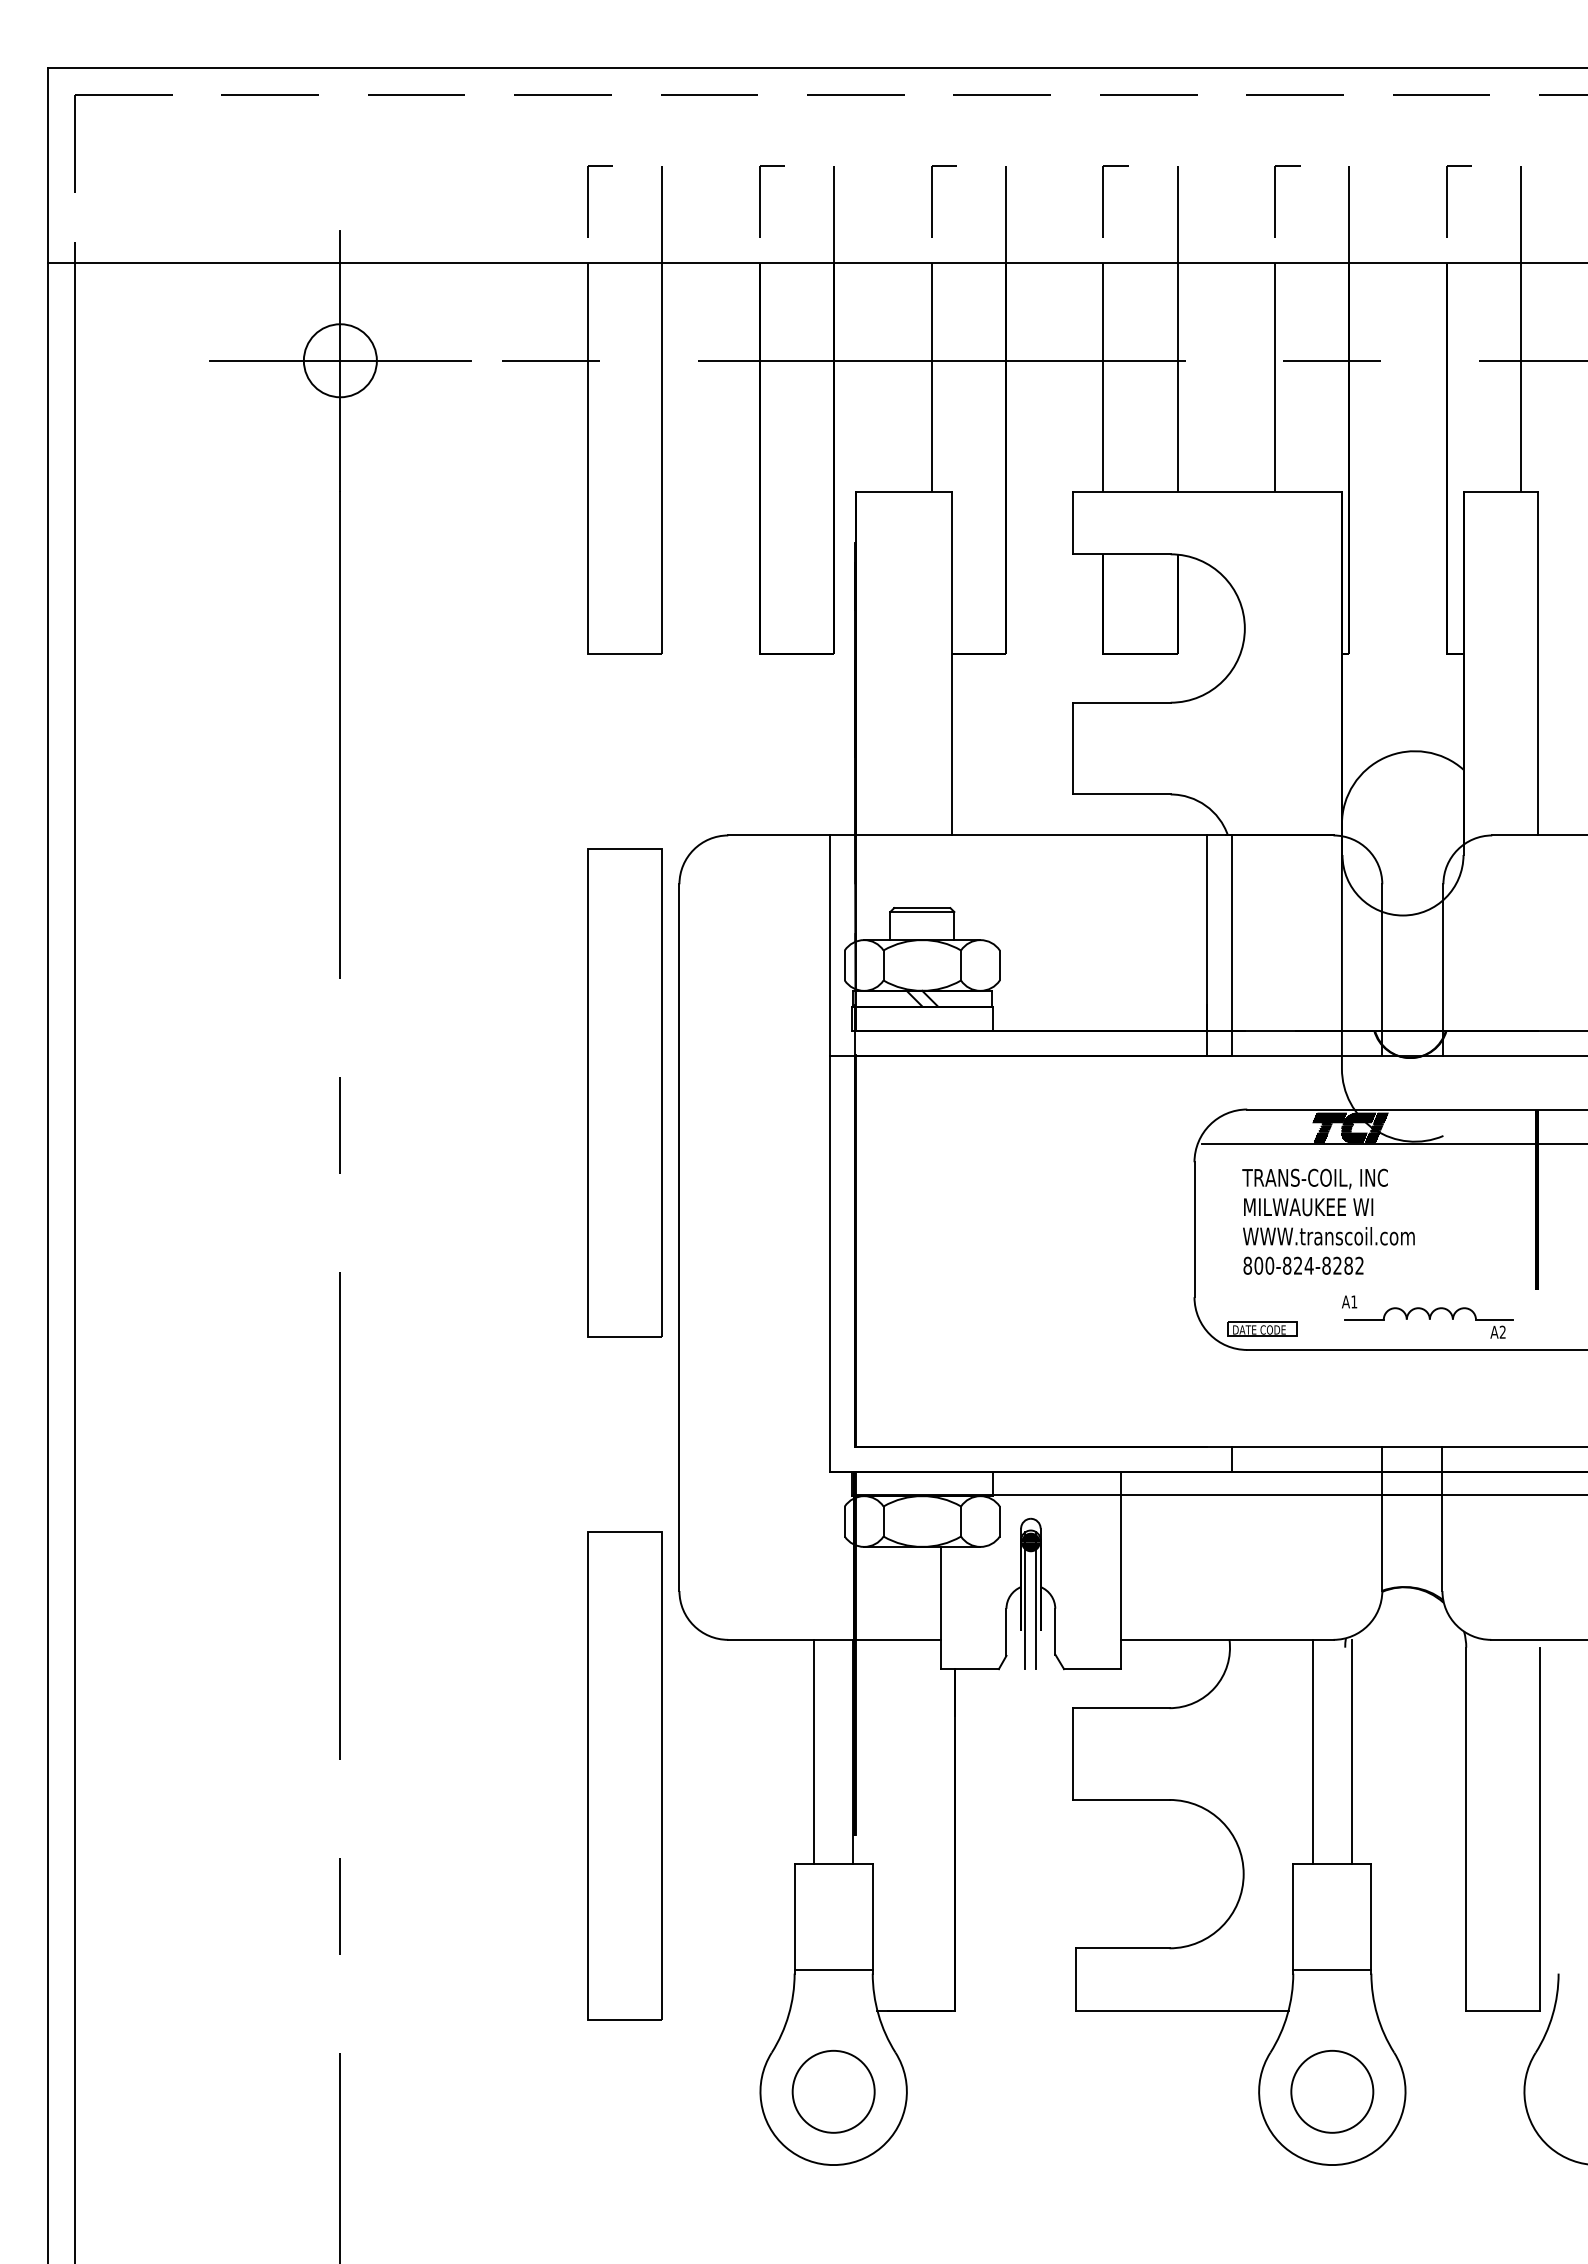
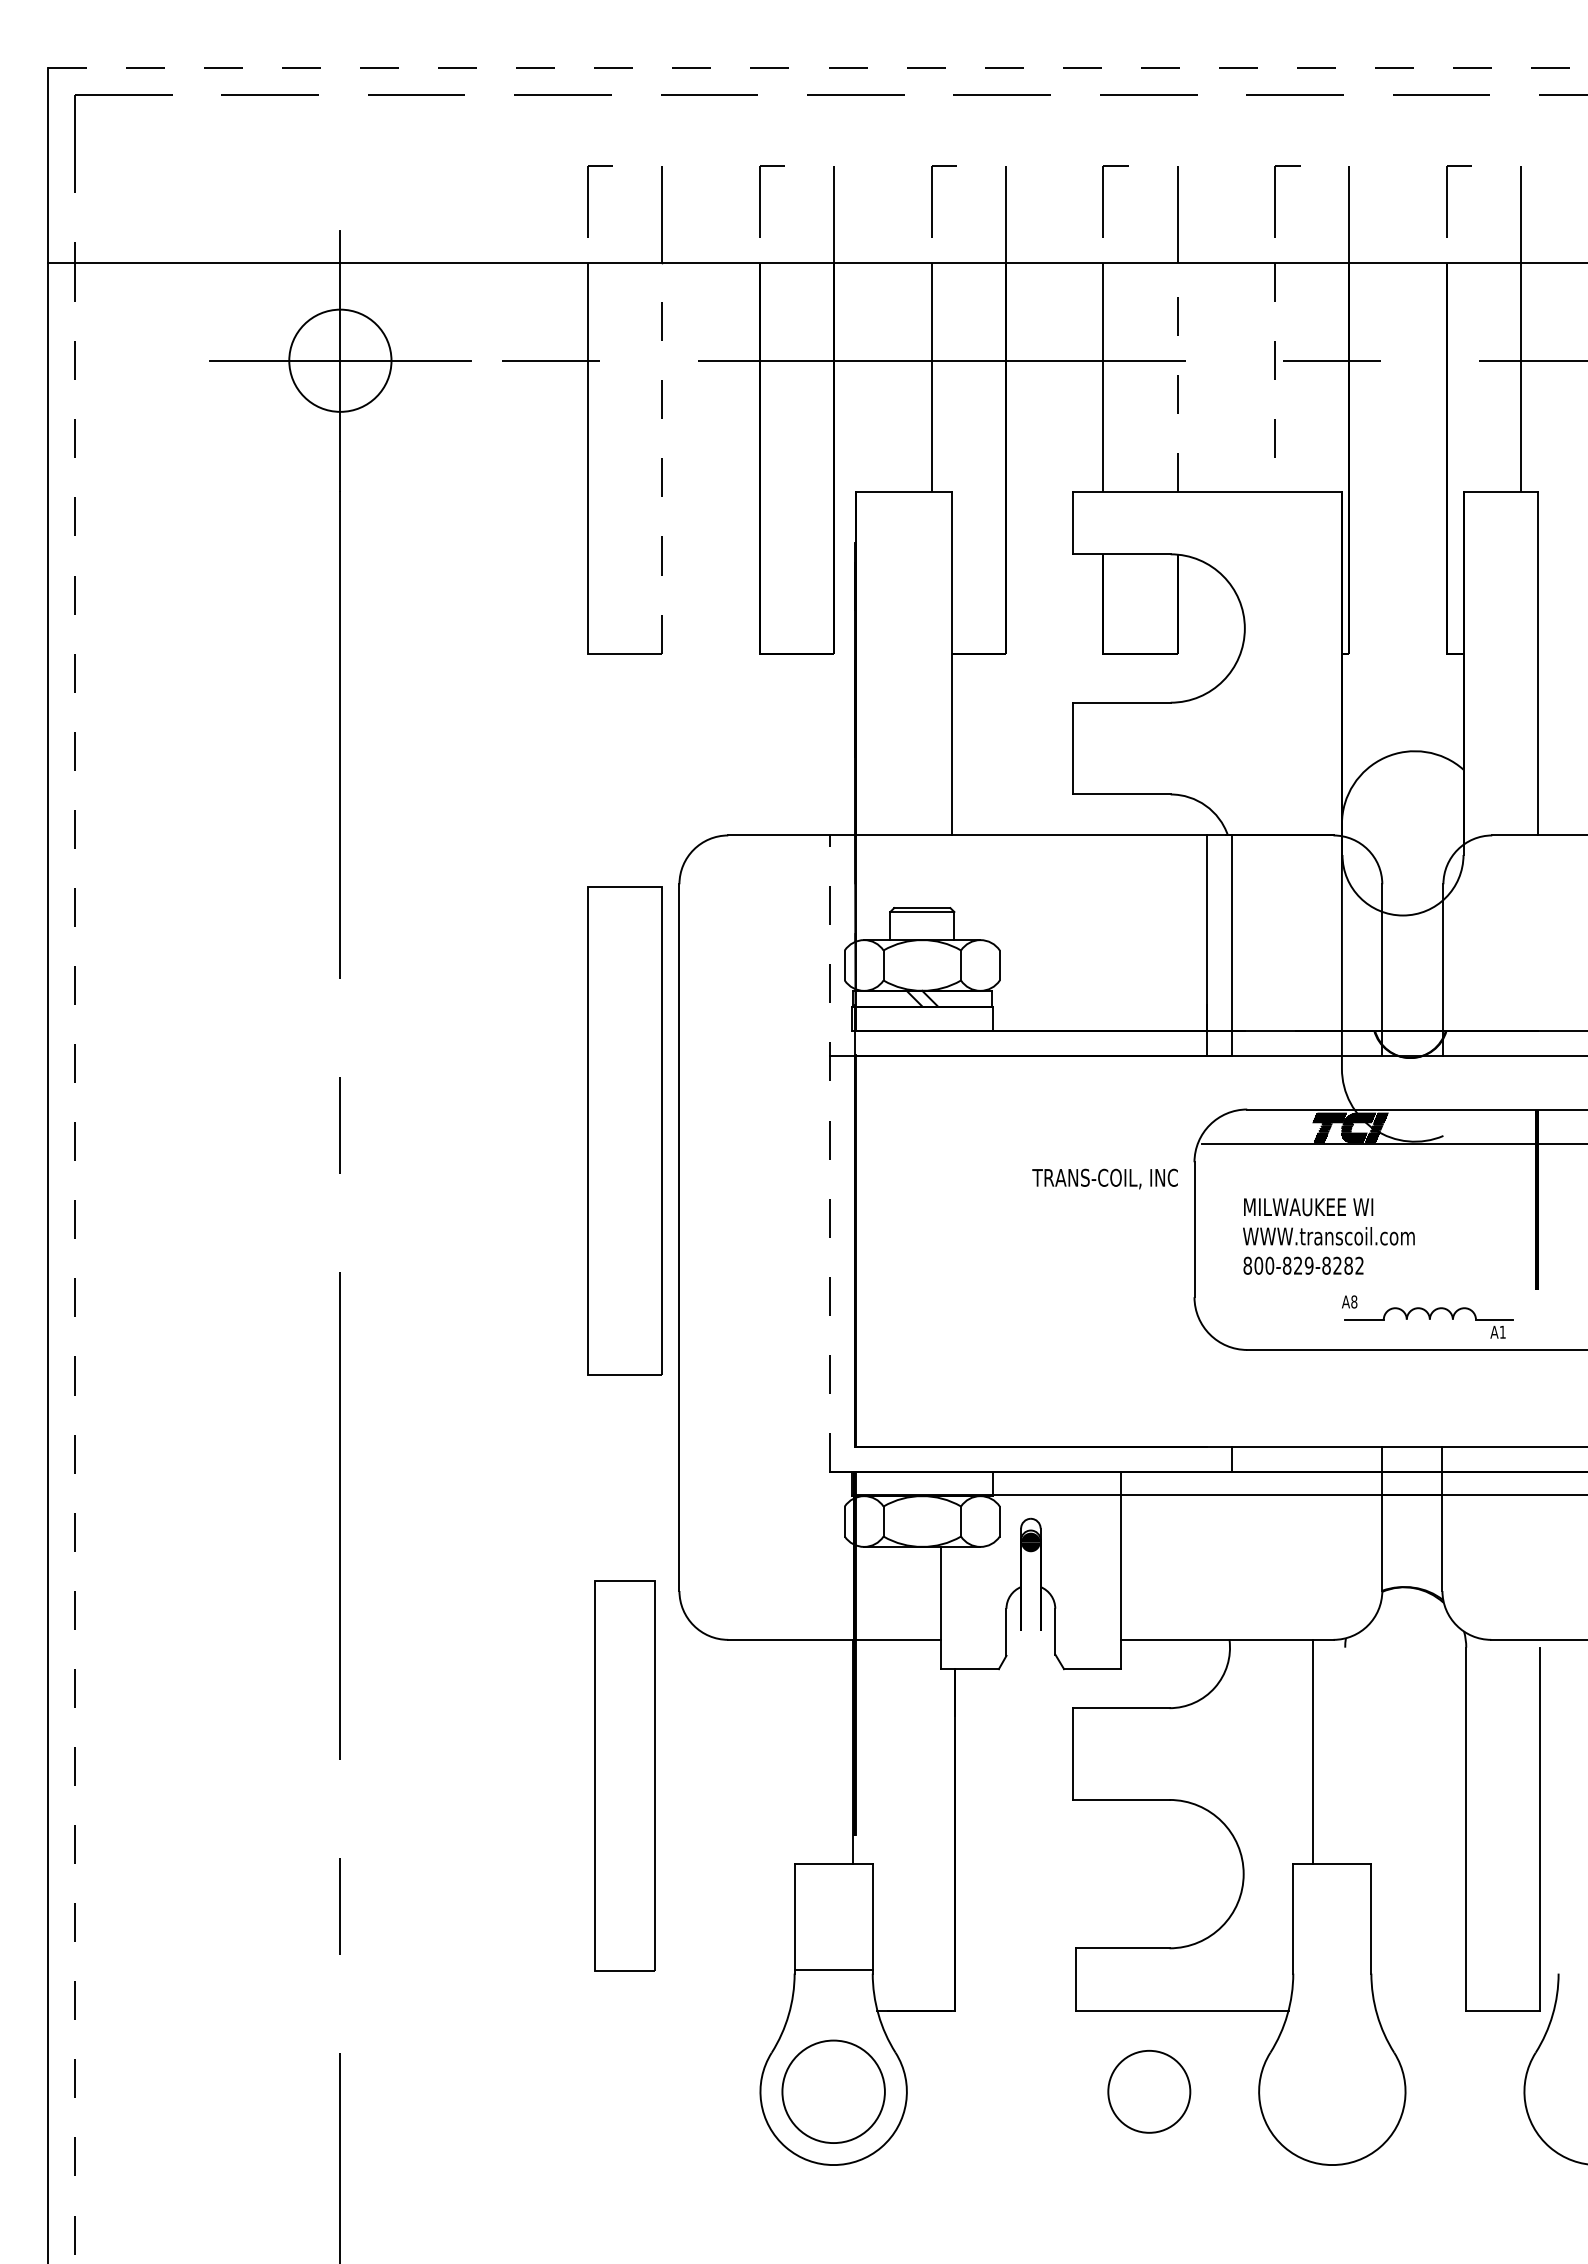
line at (817, 67): solid -> dashed
circle at (339, 360) diameter: 73 px -> 102 px
line at (1177, 377): solid -> dashed
line at (1275, 378): solid -> dashed
line at (662, 457): solid -> dashed
part at (624, 1092) position: (624, 1092) -> (624, 1130)
line at (829, 1153): solid -> dashed
text at (1314, 1178) position: (1314, 1178) -> (1104, 1178)
line at (74, 1263): solid -> dashed
text at (1308, 1265): 800-824-8282 -> 800-829-8282
text at (1354, 1301): A1 -> A8
part at (1262, 1328): present -> none
text at (1502, 1331): A2 -> A1
line at (1024, 1600): present -> none
line at (1036, 1600): present -> none
line at (814, 1751): present -> none
line at (1351, 1751): present -> none
part at (624, 1775) size: 76x490 px -> 62x392 px
line at (1332, 1969): present -> none
circle at (833, 2091) diameter: 82 px -> 103 px
circle at (1332, 2091) position: (1332, 2091) -> (1149, 2091)
